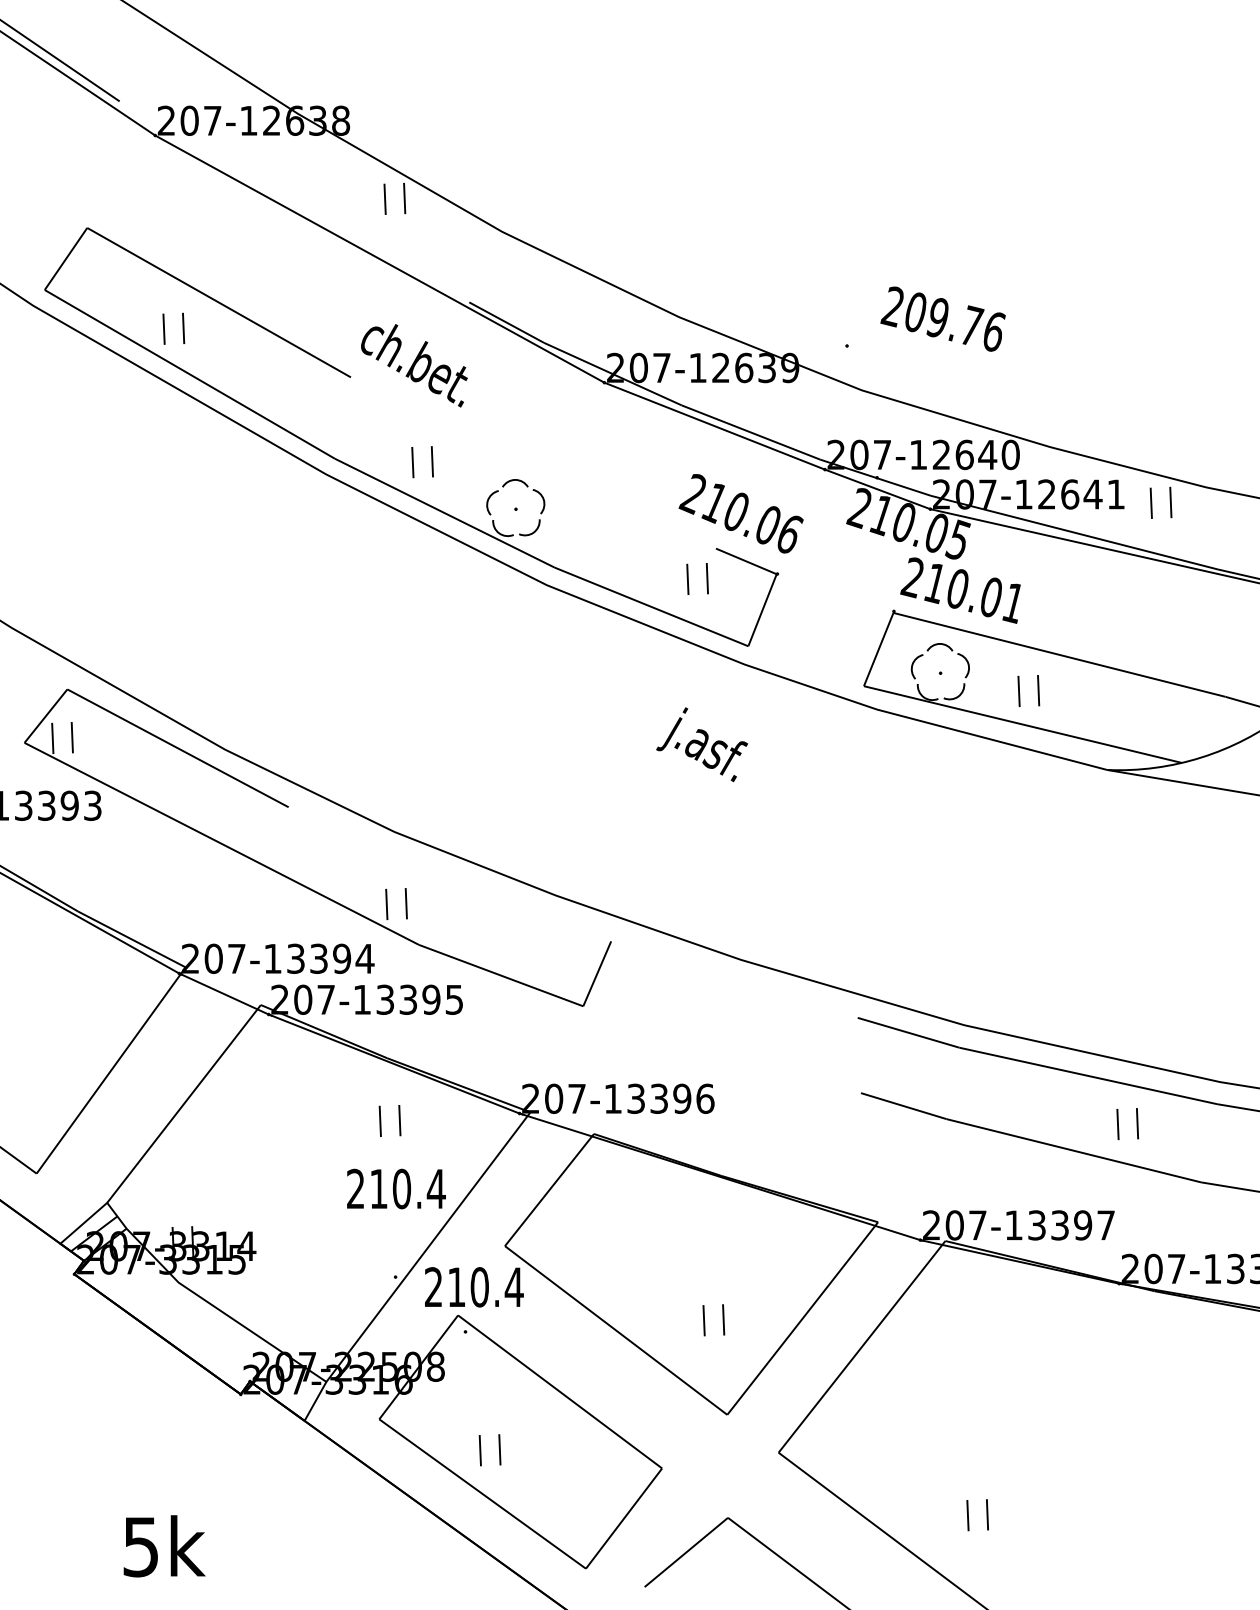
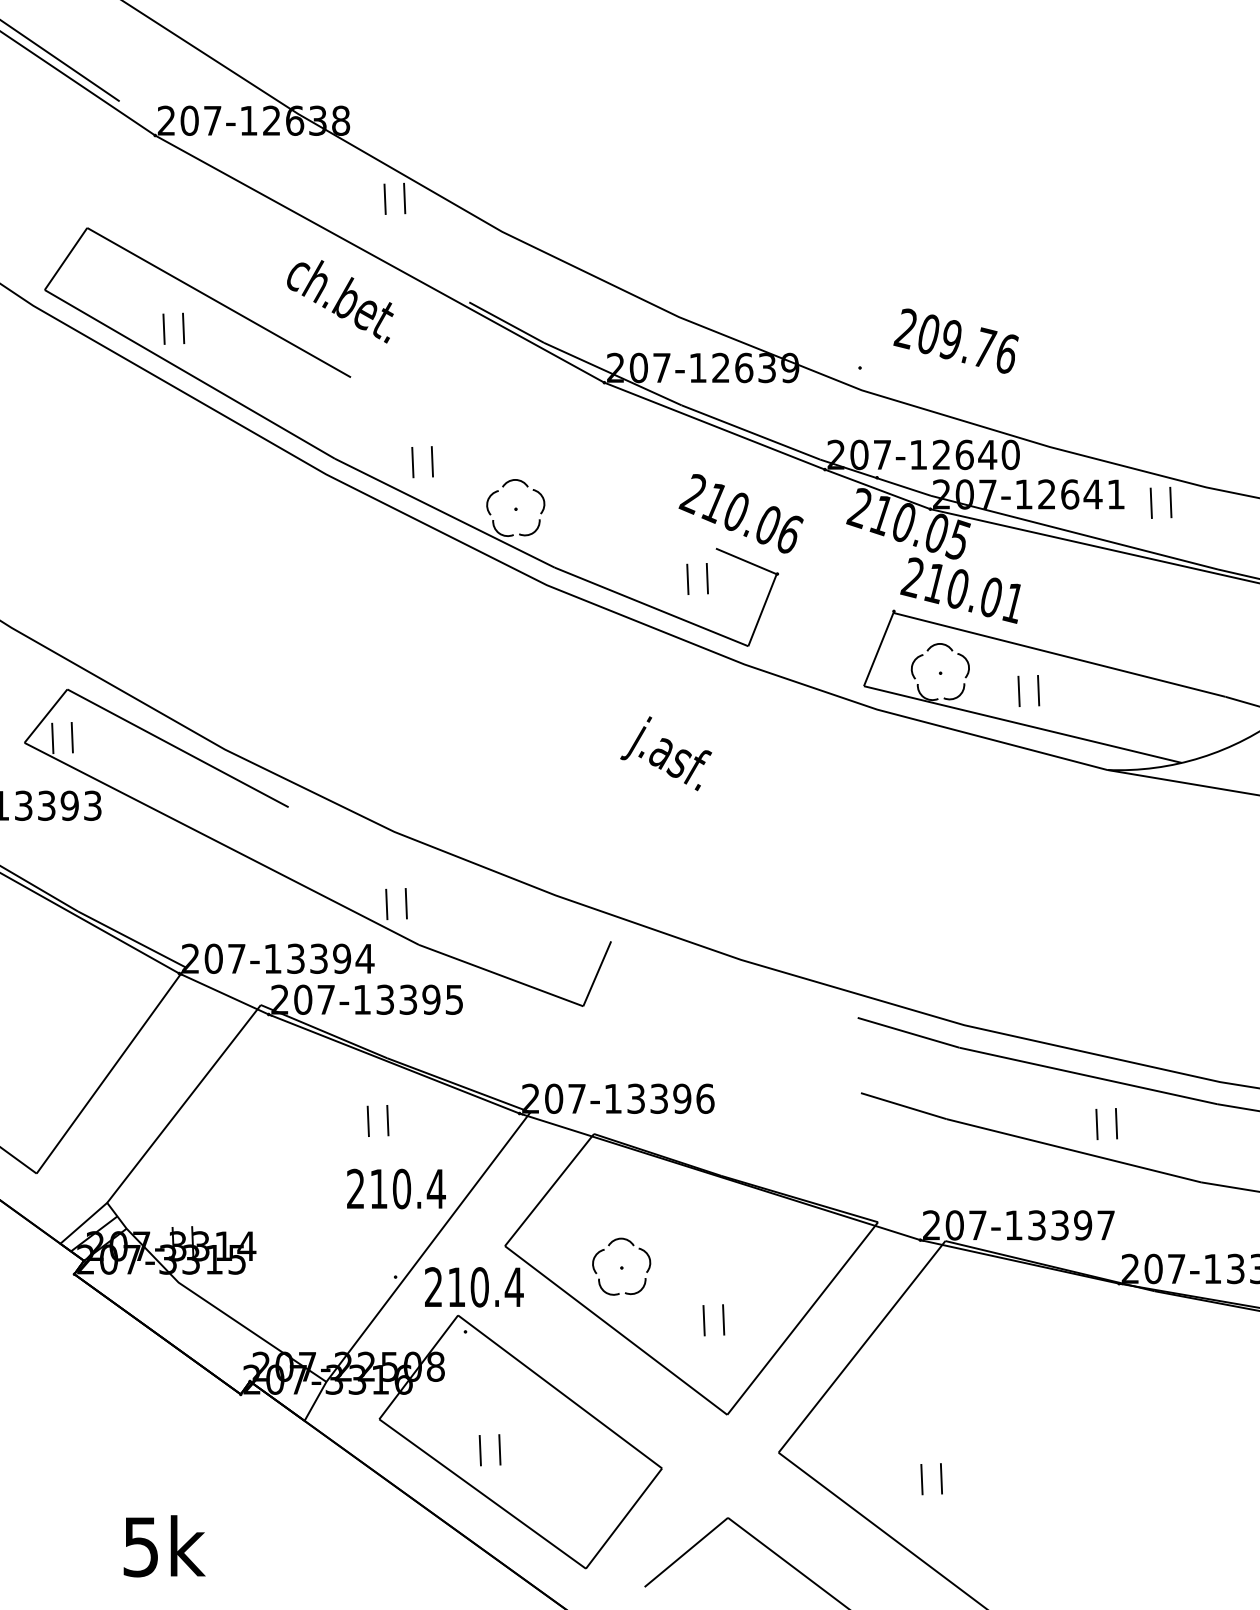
text at (925, 318) position: (925, 318) -> (938, 340)
text at (414, 365) position: (414, 365) -> (340, 301)
text at (702, 744) position: (702, 744) -> (666, 753)
part at (381, 1120) position: (381, 1120) -> (369, 1120)
part at (1119, 1128) position: (1119, 1128) -> (1098, 1128)
part at (621, 1266): none -> present
part at (968, 1515) position: (968, 1515) -> (922, 1479)
